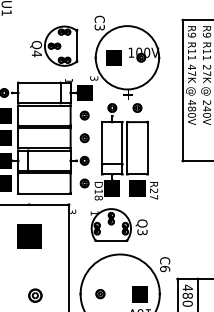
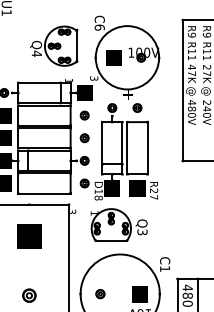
text at (99, 27): C3 -> C6
text at (165, 269): C6 -> C1
part at (35, 295) position: (35, 295) -> (29, 295)
